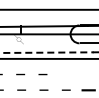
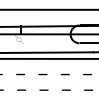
line at (46, 52): dashed -> solid
part at (64, 74): none -> present
part at (87, 74): none -> present
part at (88, 90) size: 15x3 px -> 9x2 px
